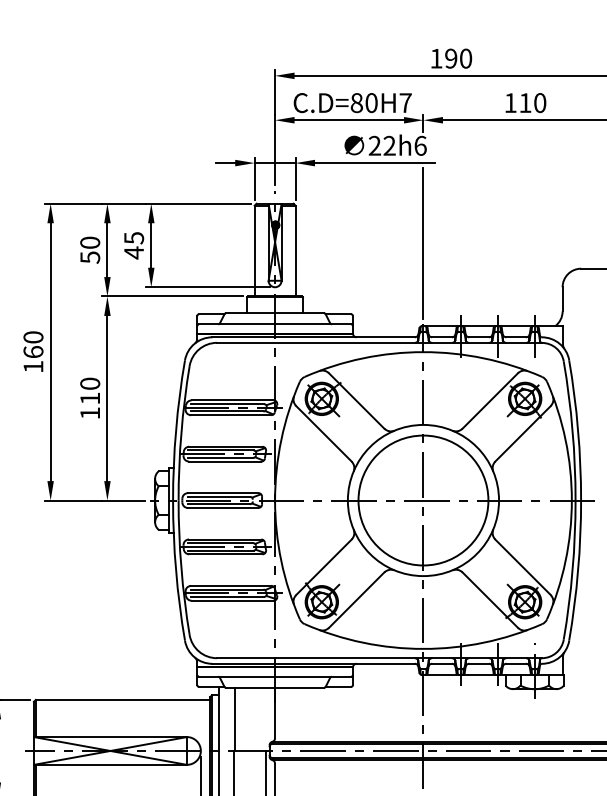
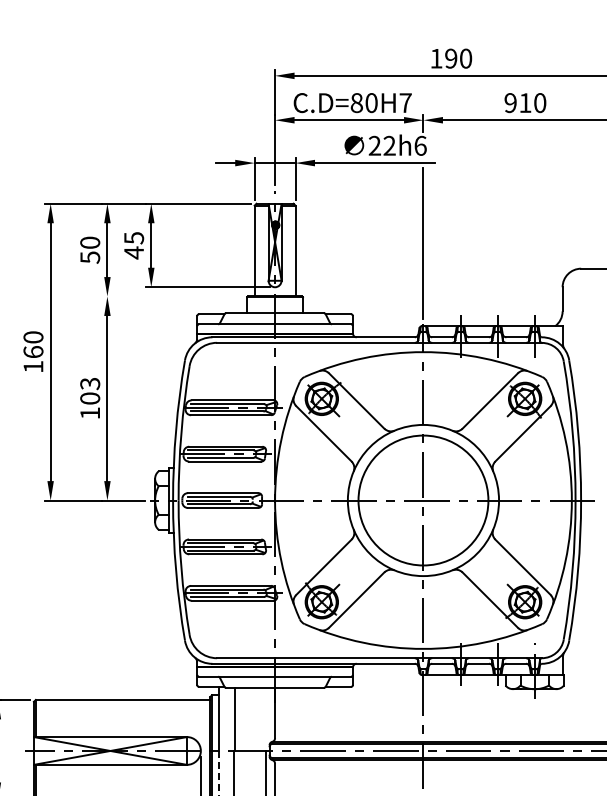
text at (510, 103): 110 -> 910
line at (171, 296): present -> none
text at (90, 390): 110 -> 103
line at (219, 773): solid -> dashed
